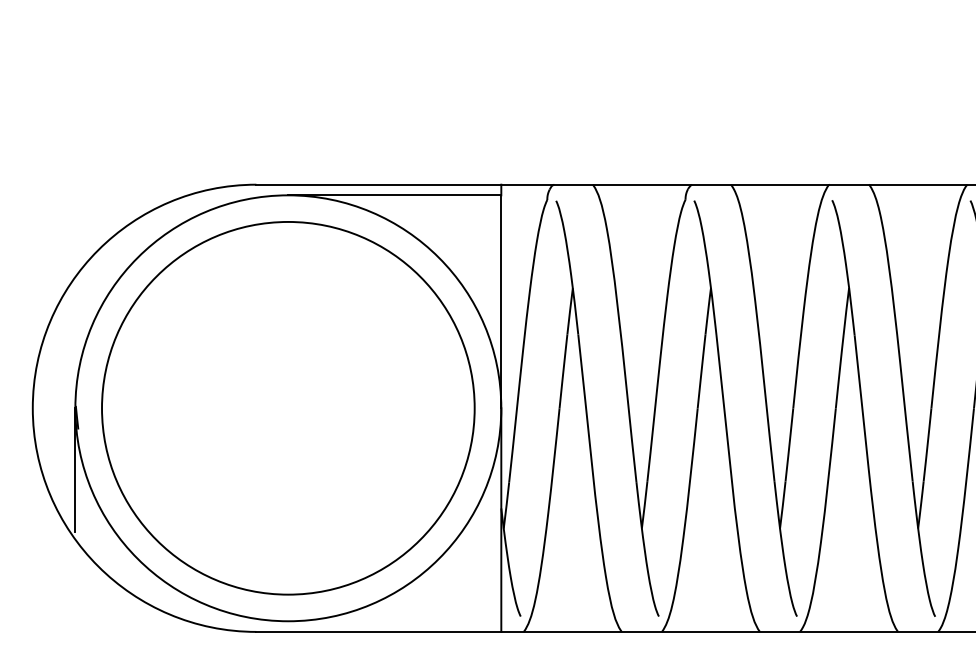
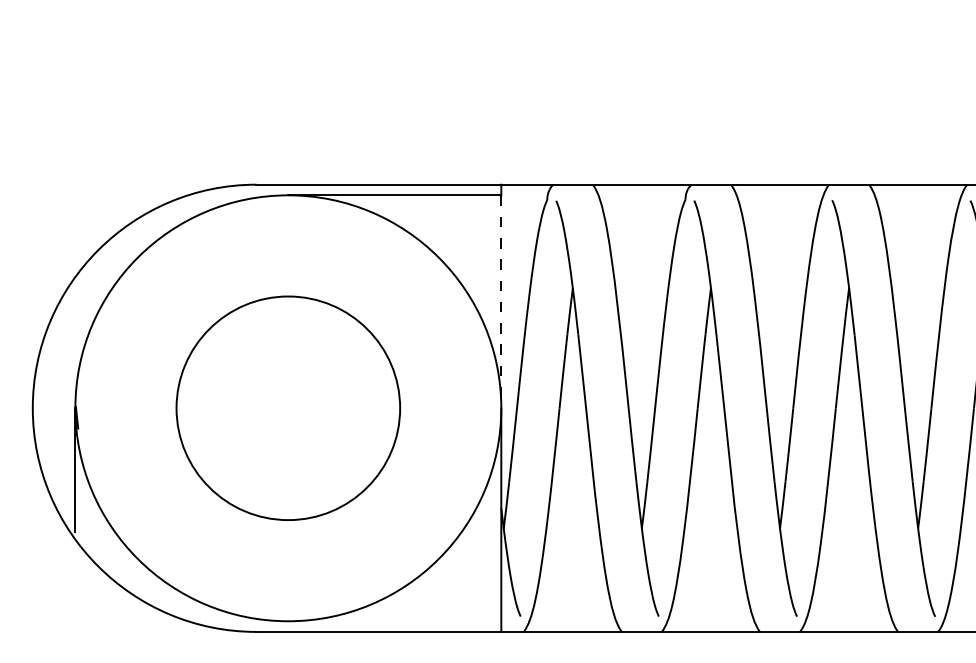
line at (501, 302): solid -> dashed
circle at (288, 407) diameter: 373 px -> 224 px
